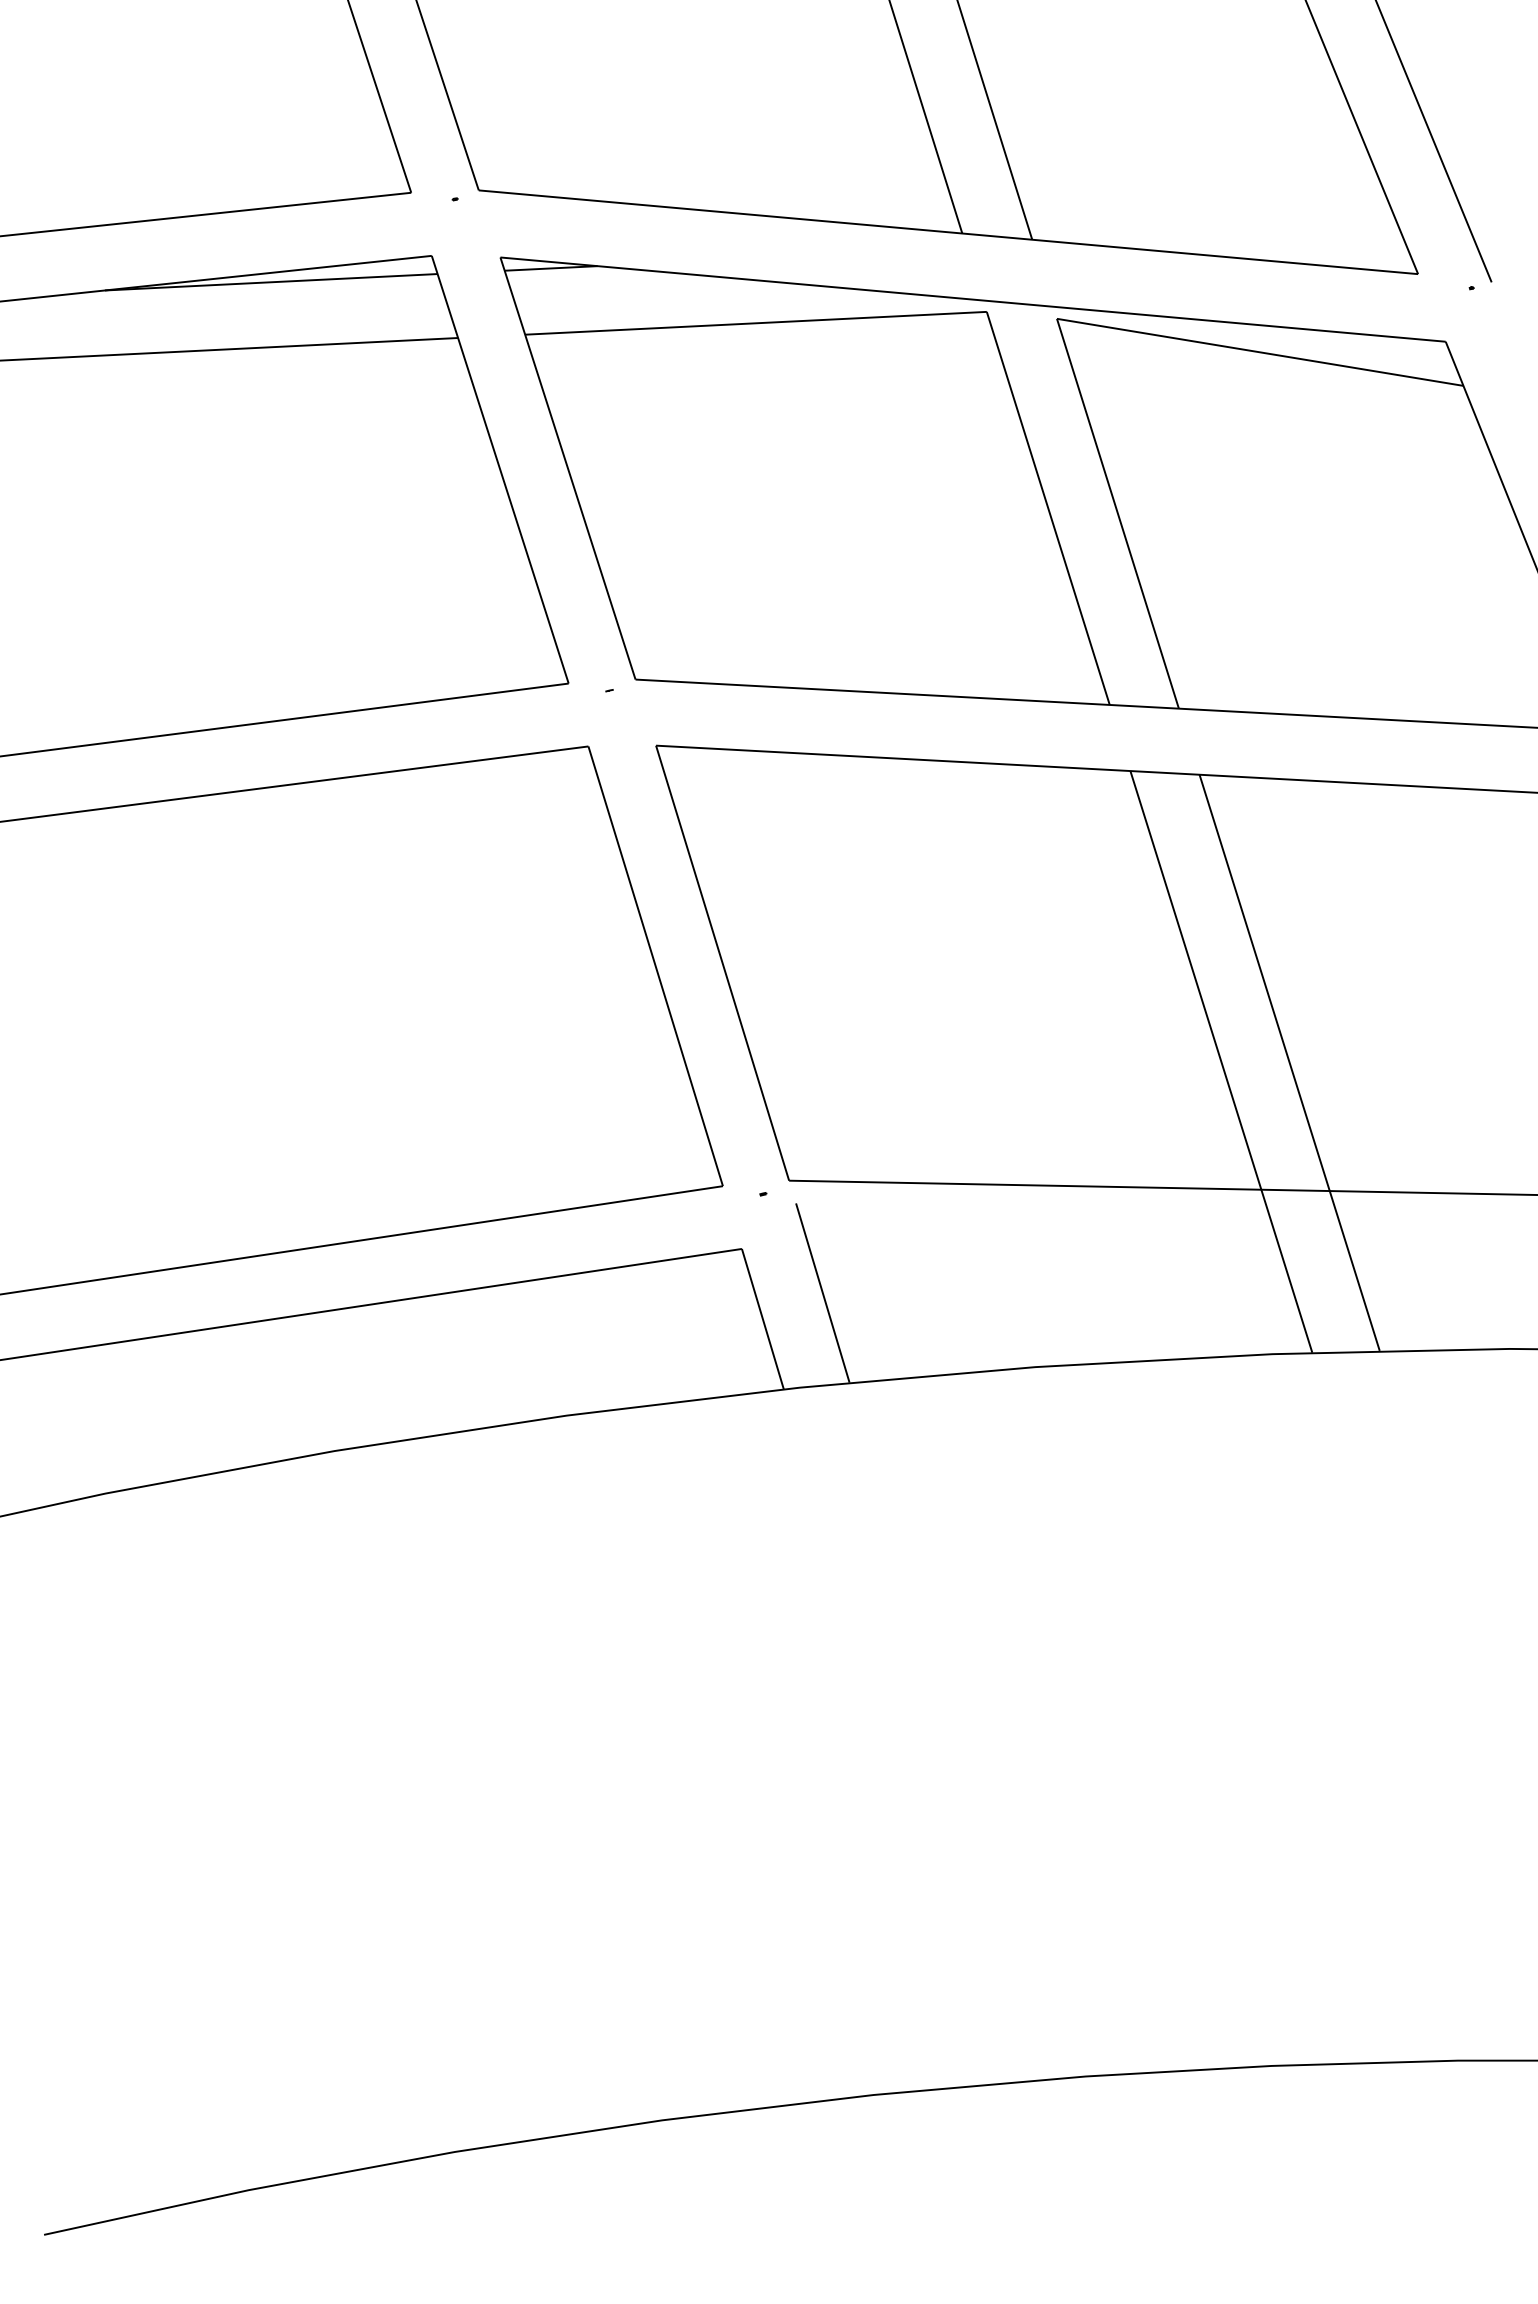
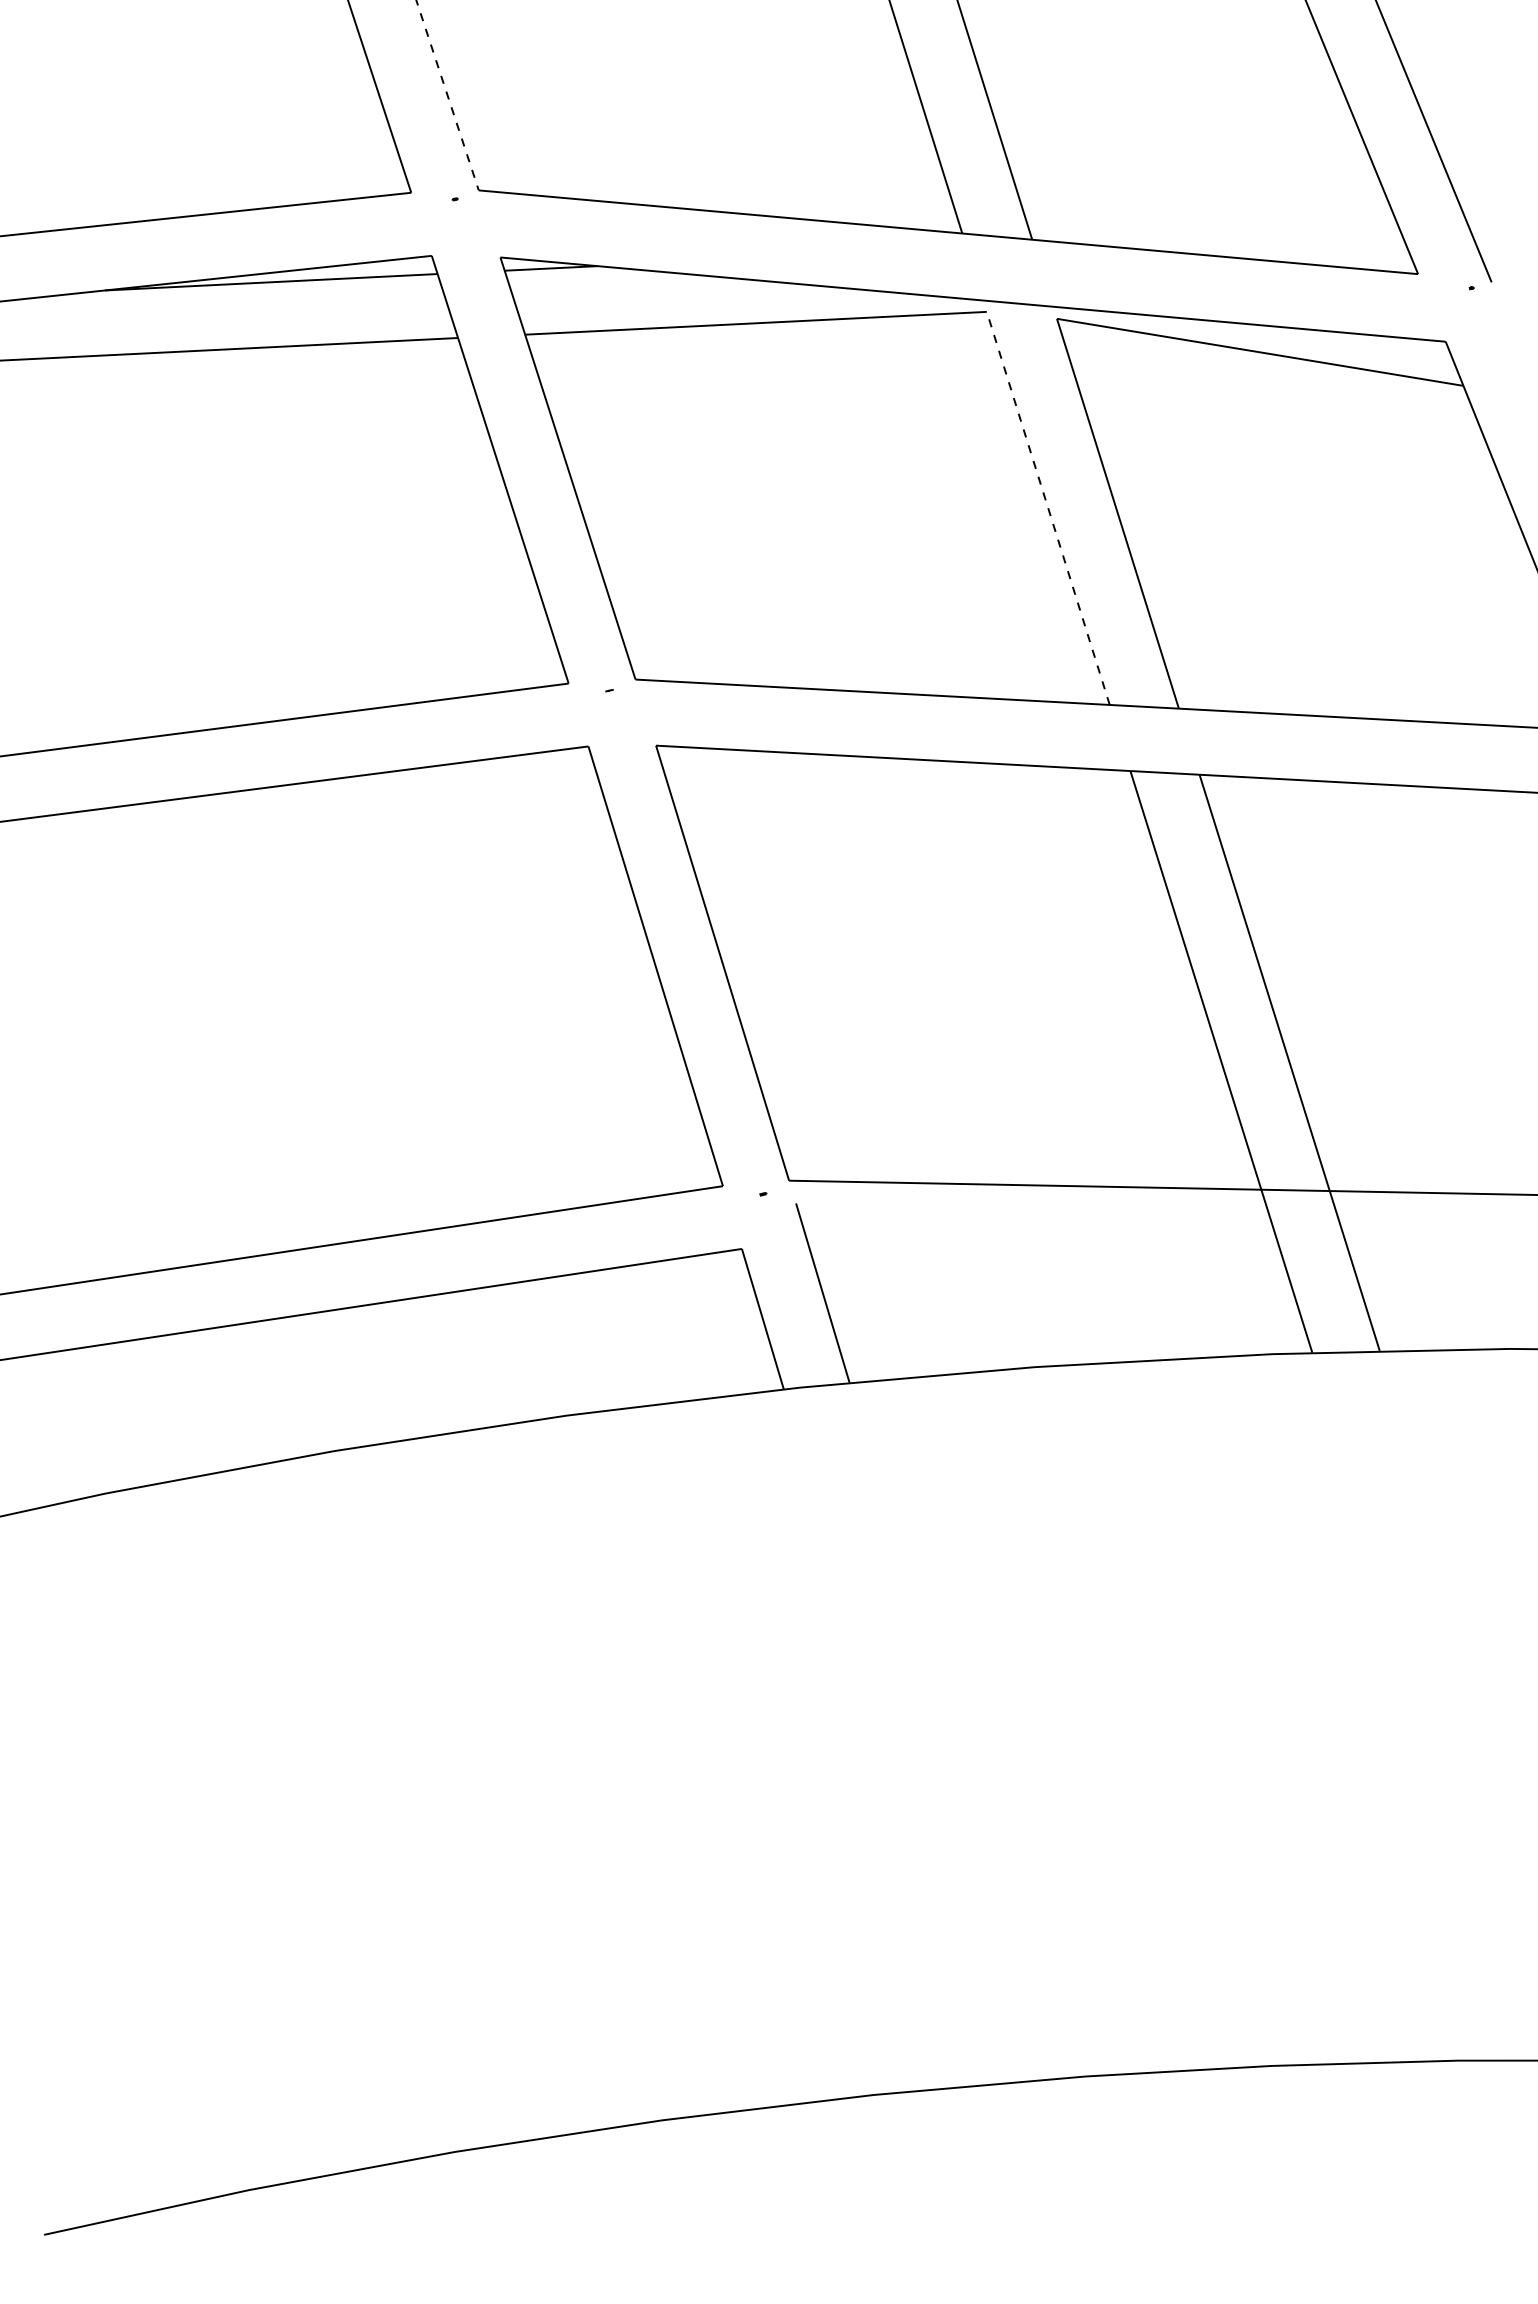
line at (447, 95): solid -> dashed
line at (1048, 508): solid -> dashed
